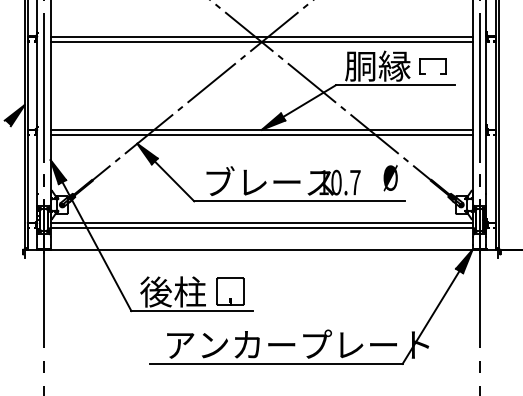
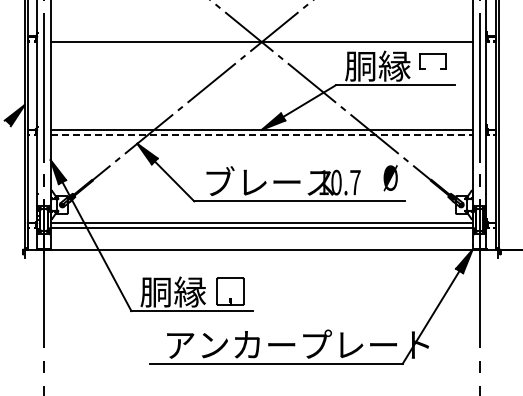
line at (261, 36): present -> none
part at (432, 59) position: (432, 59) -> (432, 54)
line at (262, 135): solid -> dashed
text at (172, 291): 後柱 -> 胴縁
